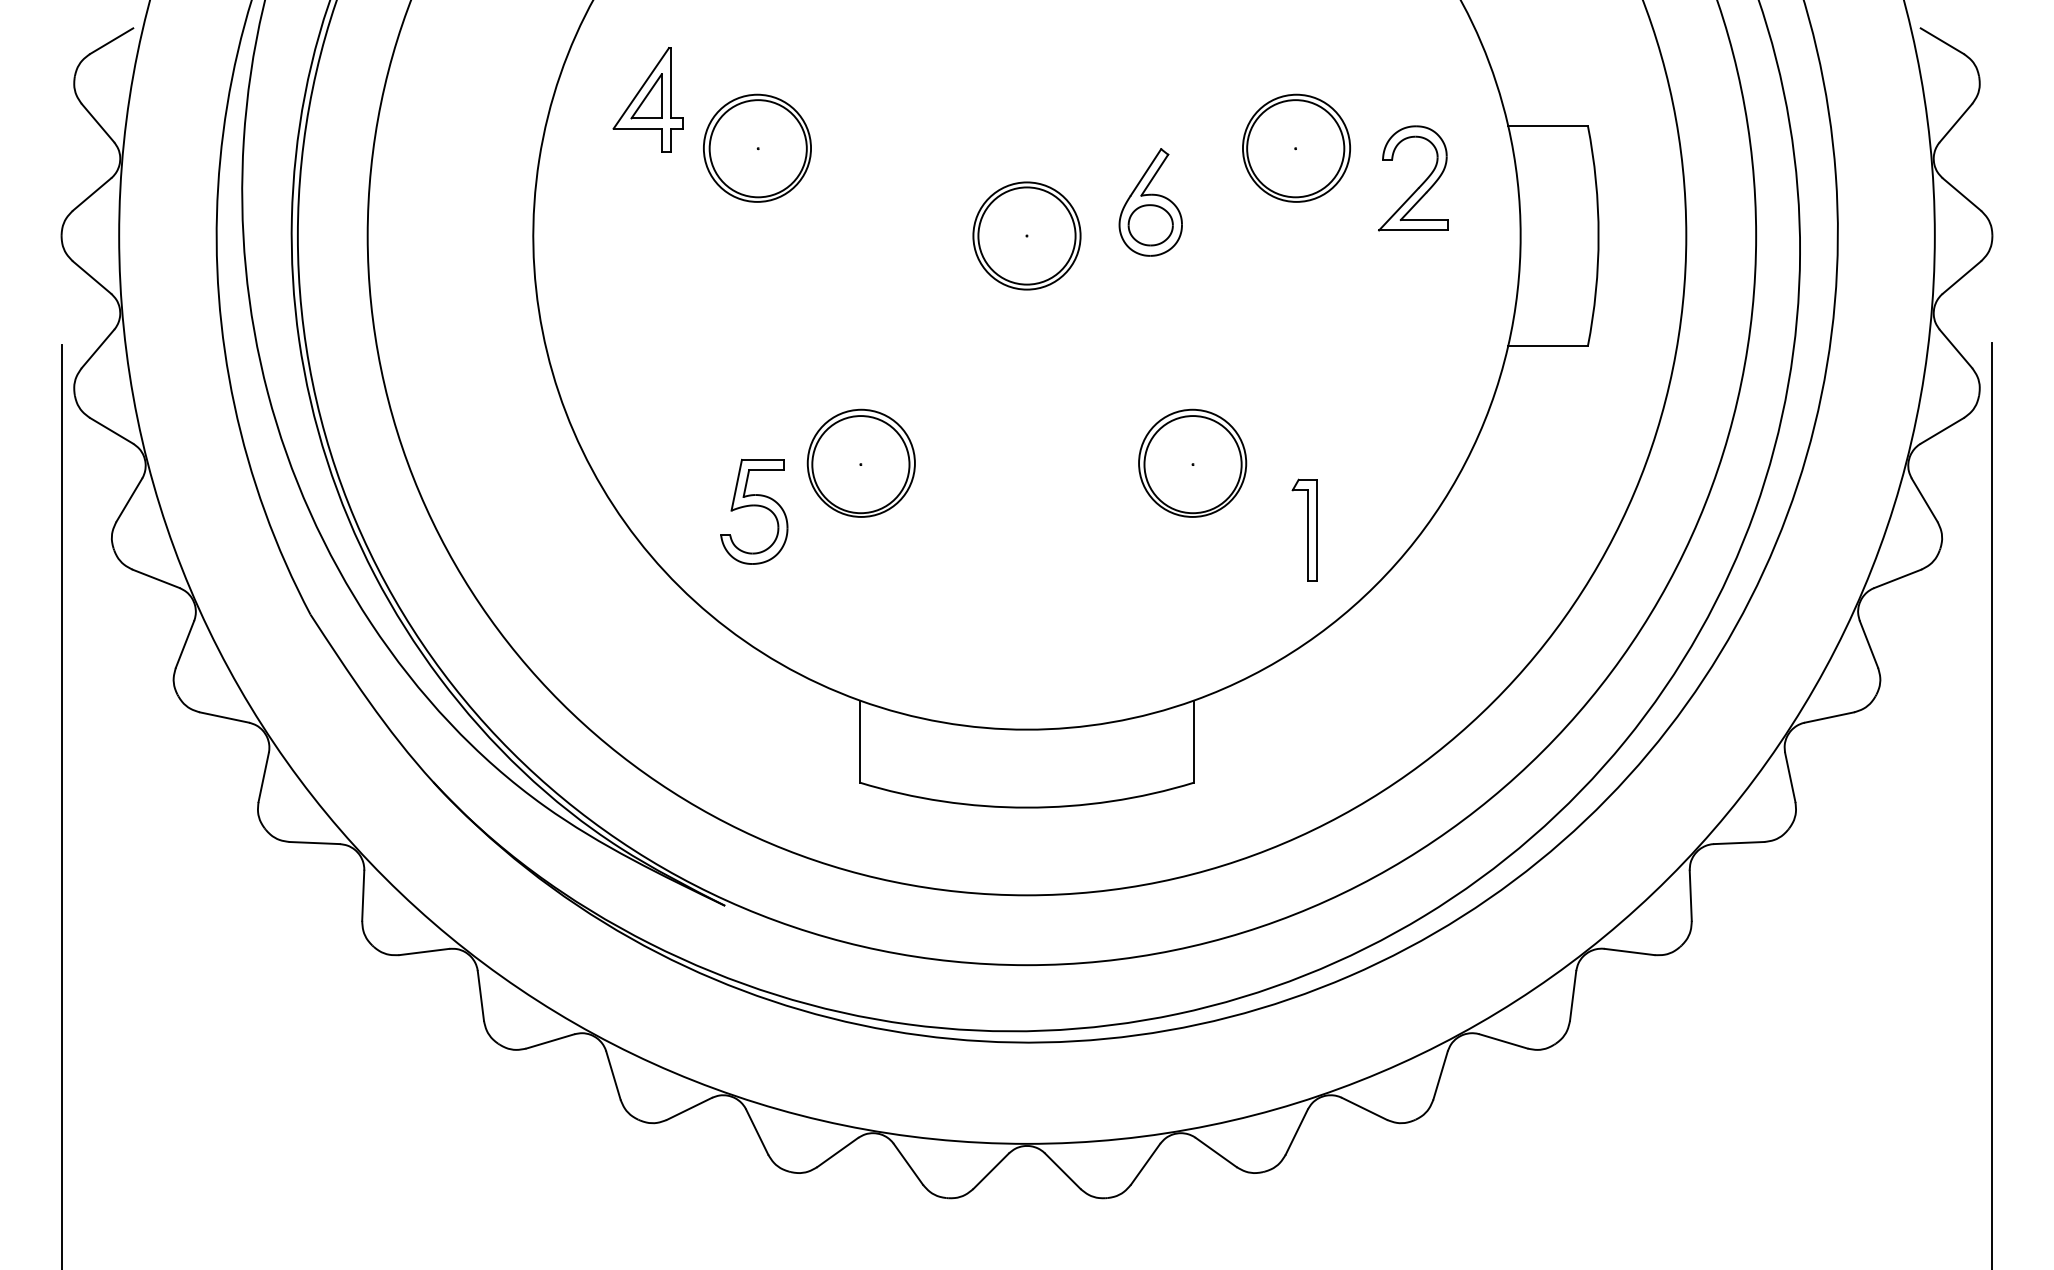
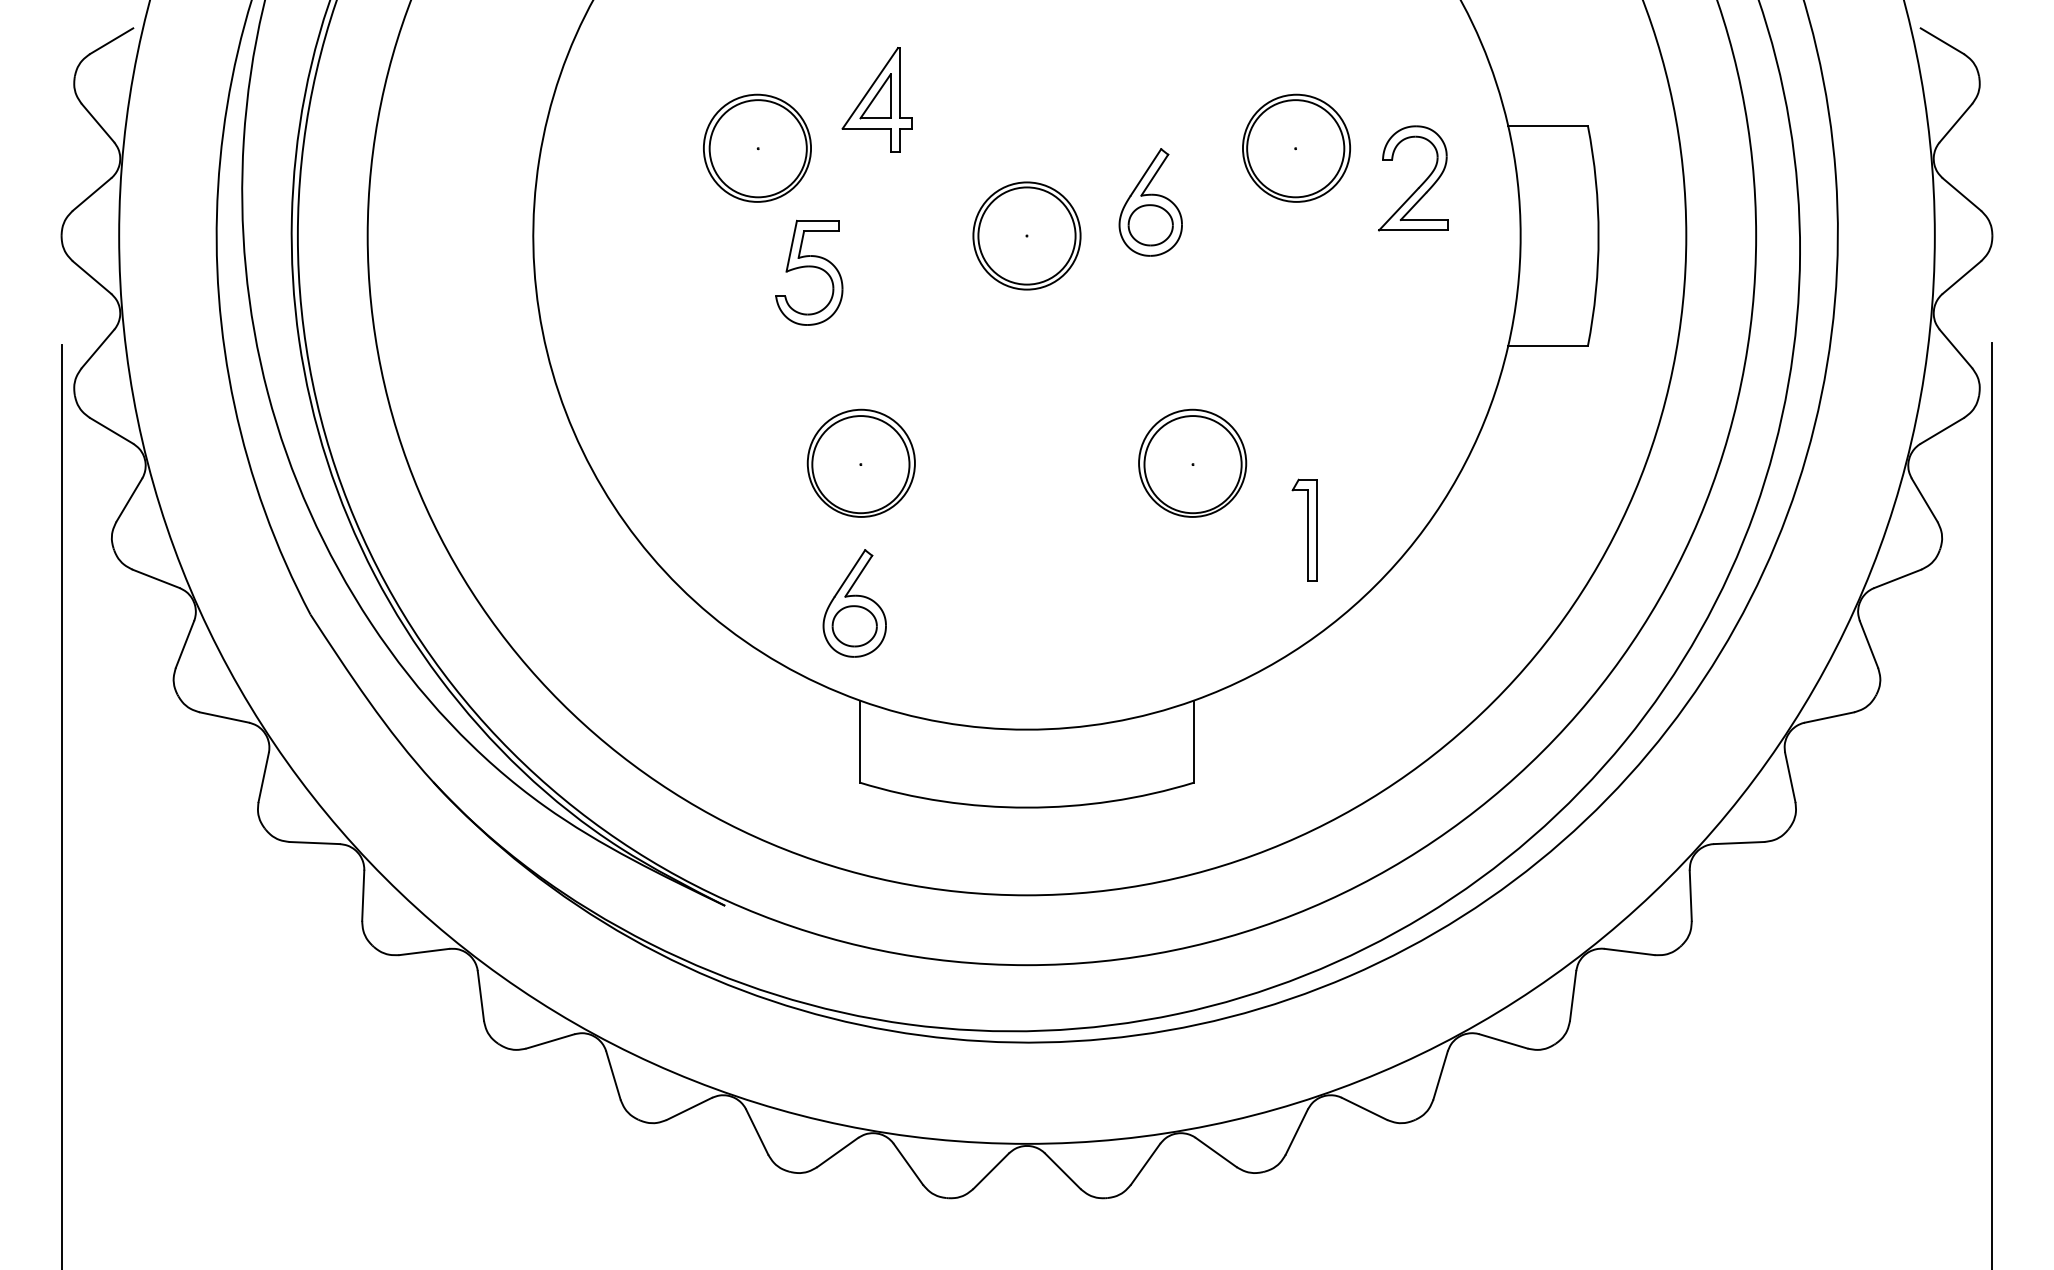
part at (647, 99) position: (647, 99) -> (876, 99)
part at (754, 511) position: (754, 511) -> (809, 272)
part at (854, 603): none -> present
